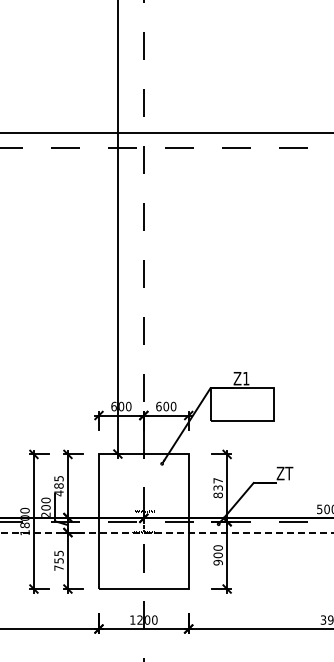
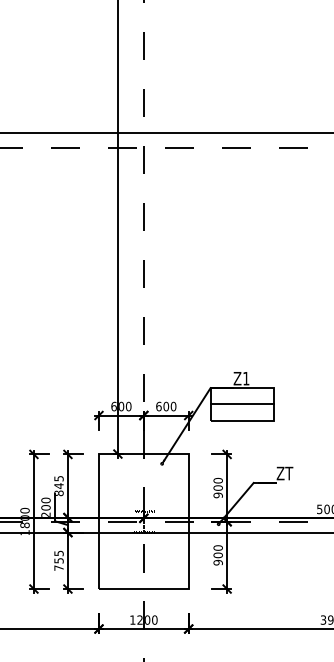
line at (242, 404): none -> present
text at (217, 487): 837 -> 900
text at (58, 489): 485 -> 845
line at (166, 532): dashed -> solid
